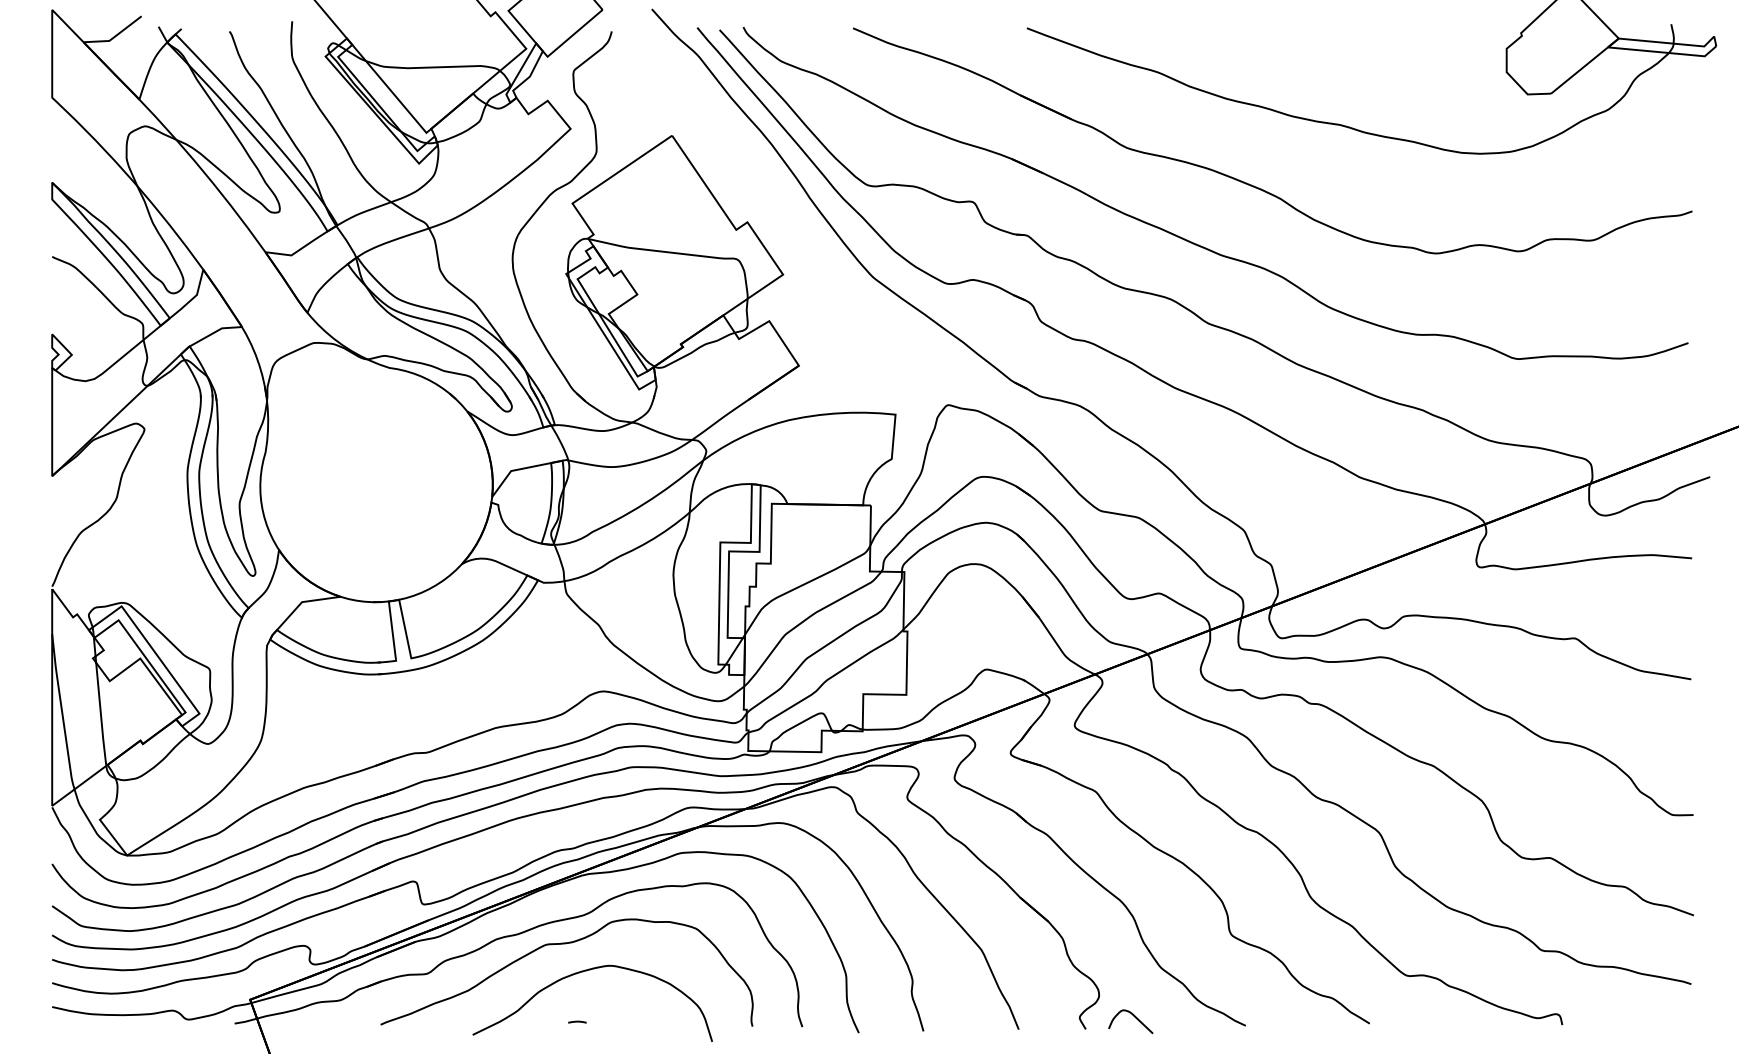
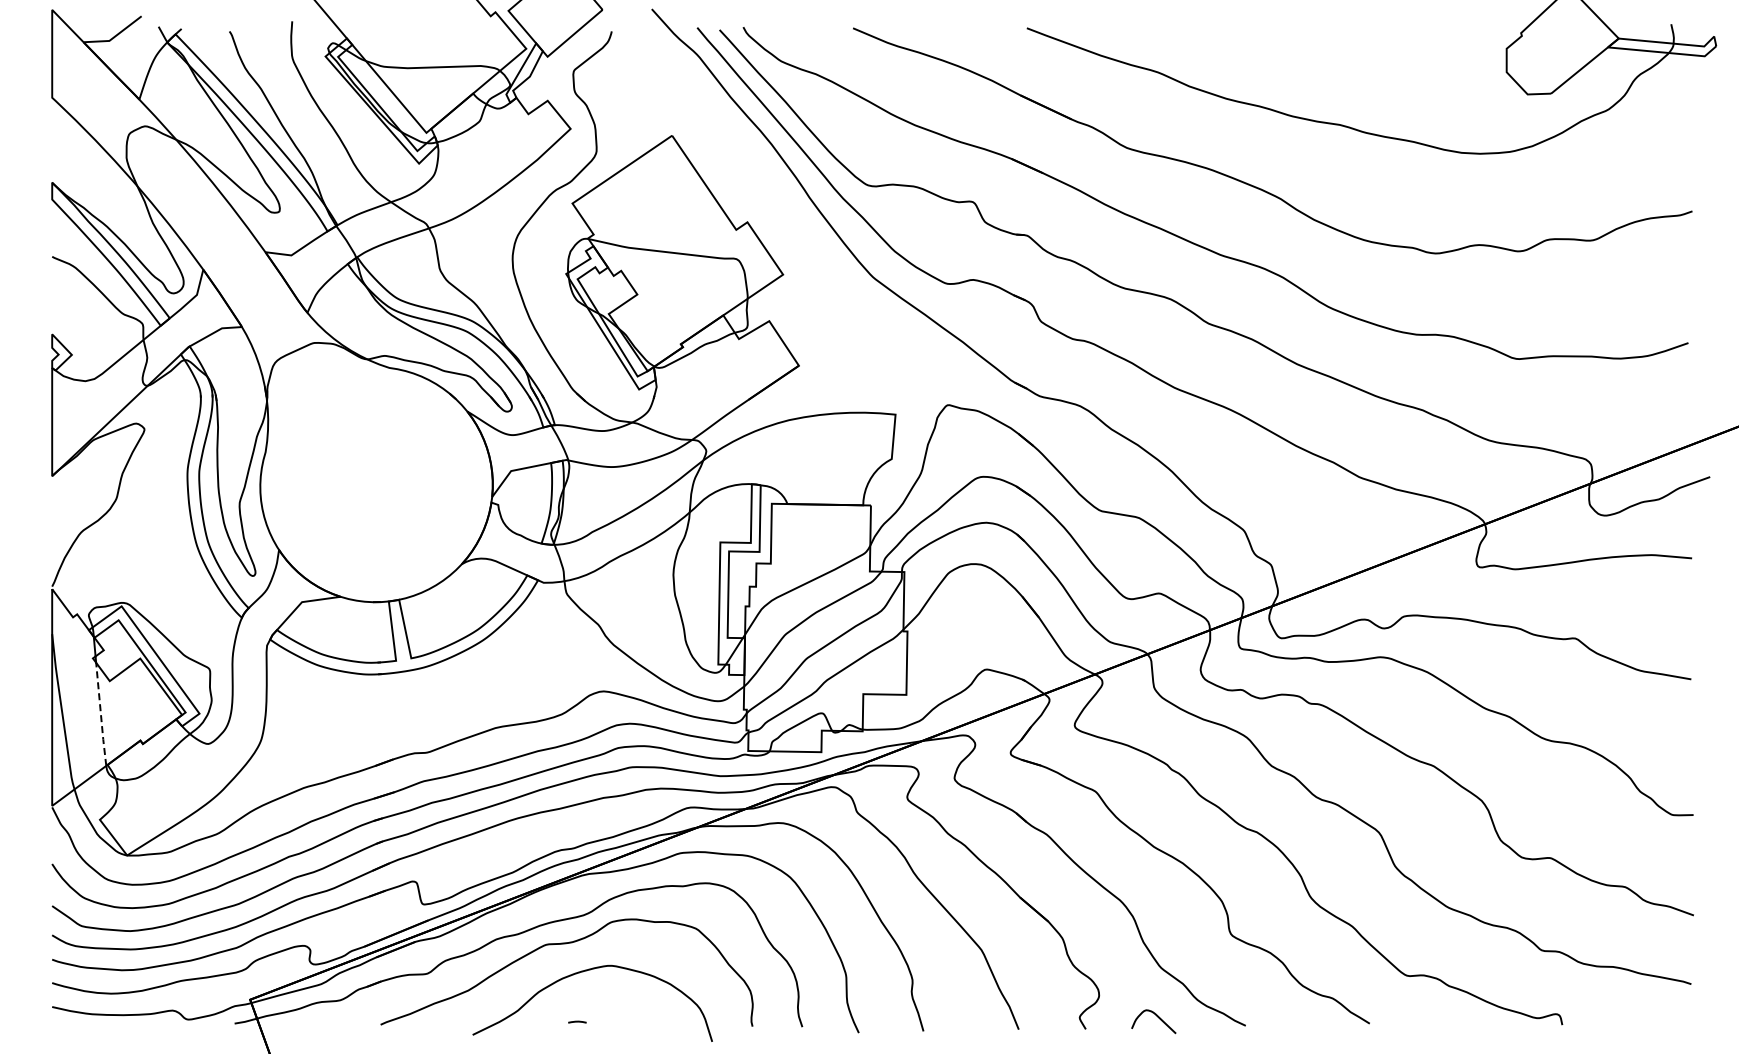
line at (100, 714): solid -> dashed
curve at (1134, 1017) position: (1134, 1017) -> (1157, 1017)
